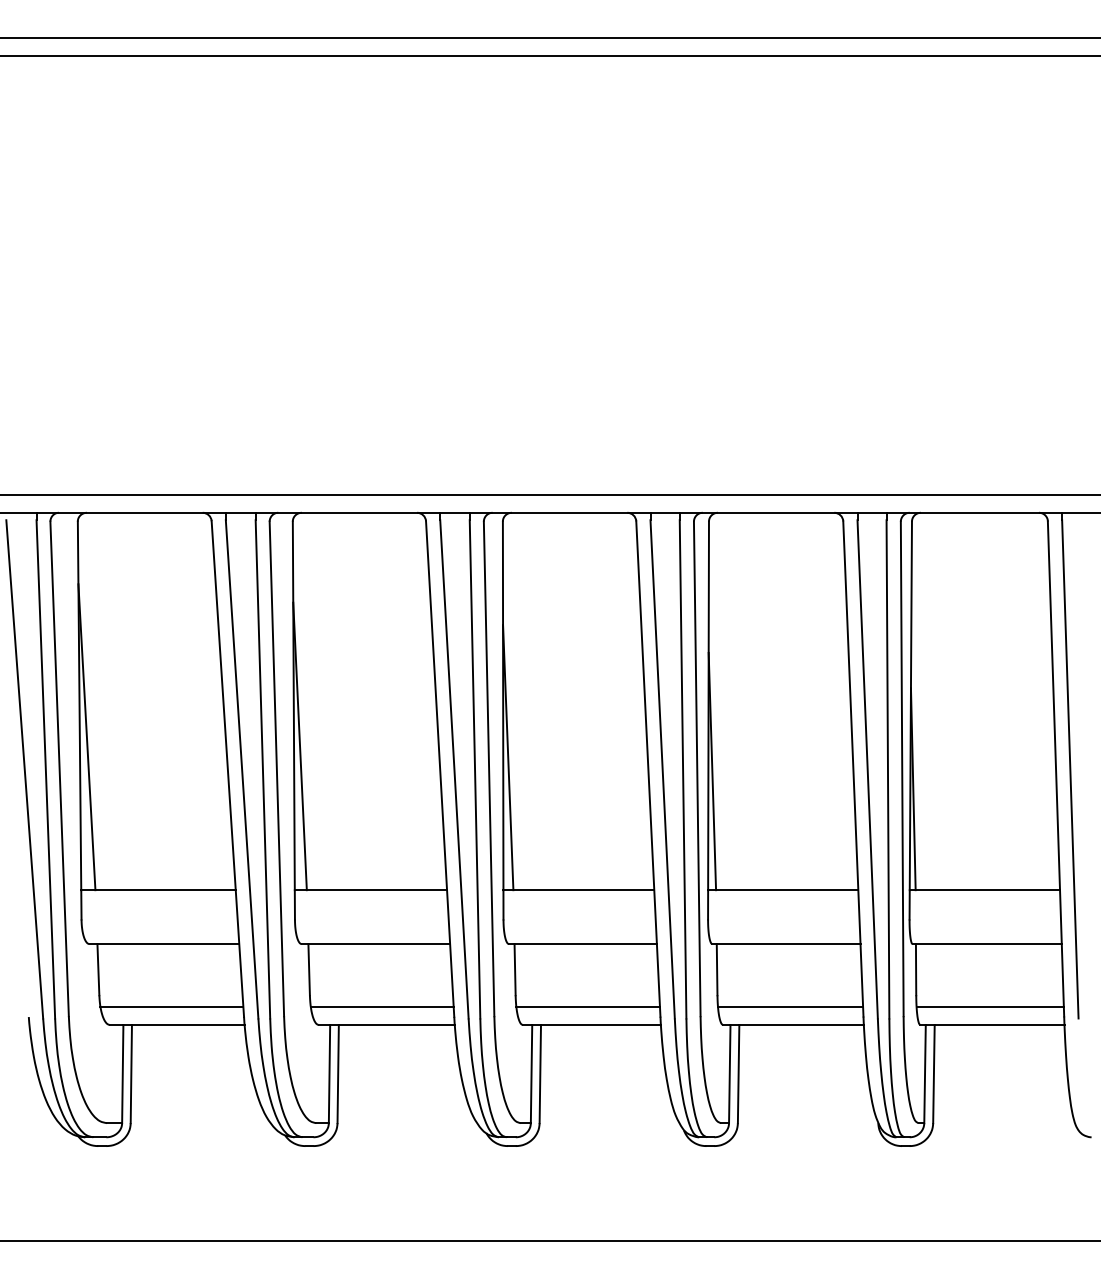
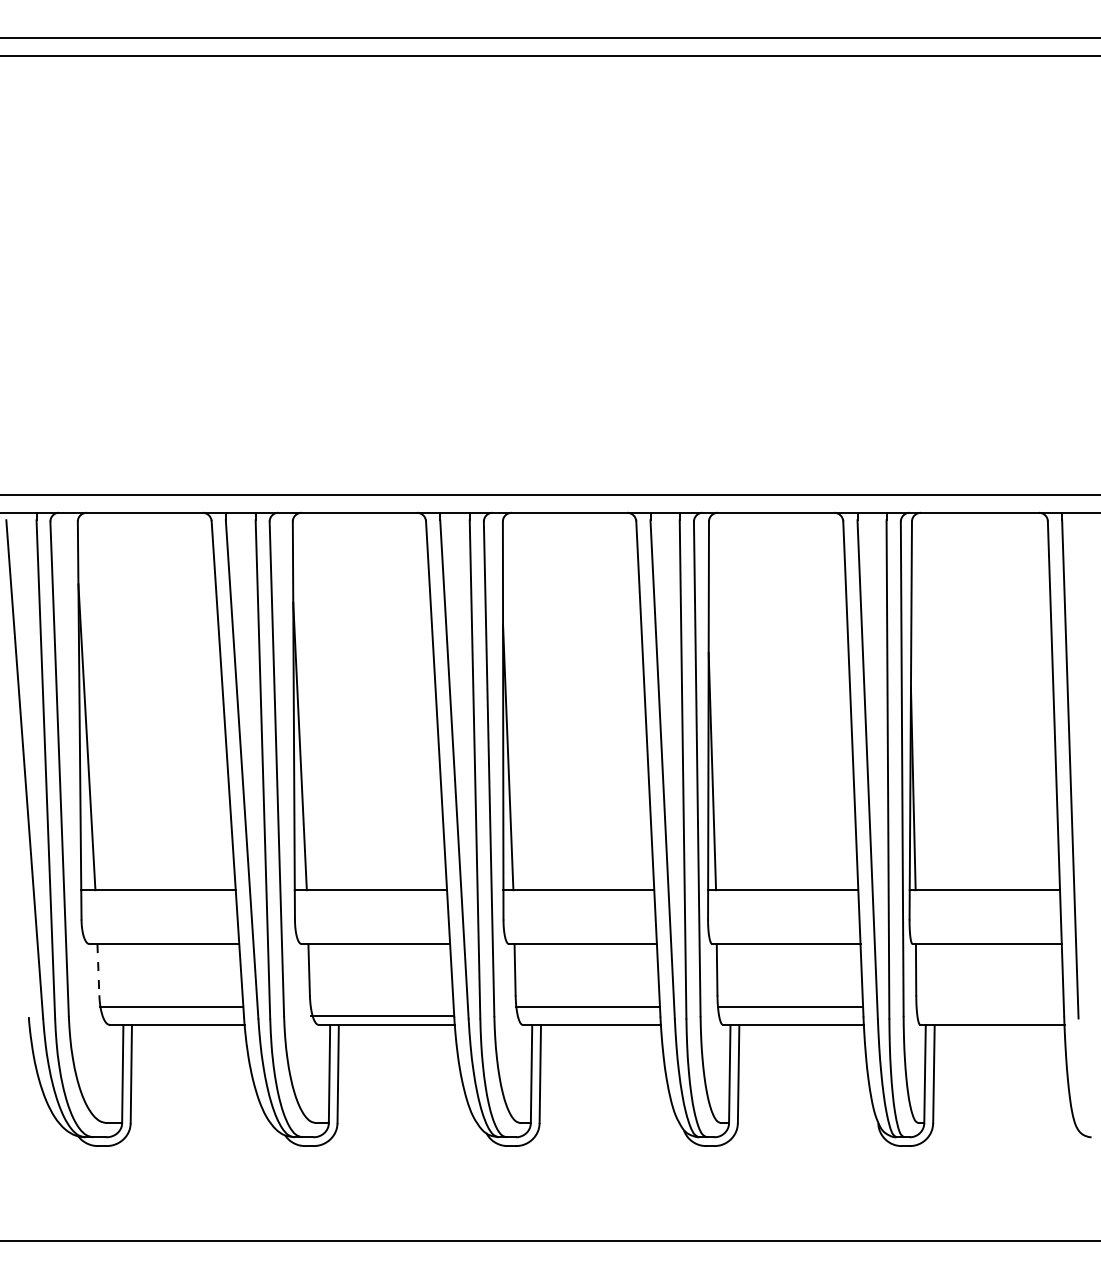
line at (98, 969): solid -> dashed
line at (381, 1007) position: (381, 1007) -> (381, 1016)
line at (989, 1007): present -> none
